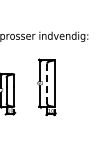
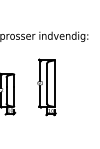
line at (47, 83): dashed -> solid
